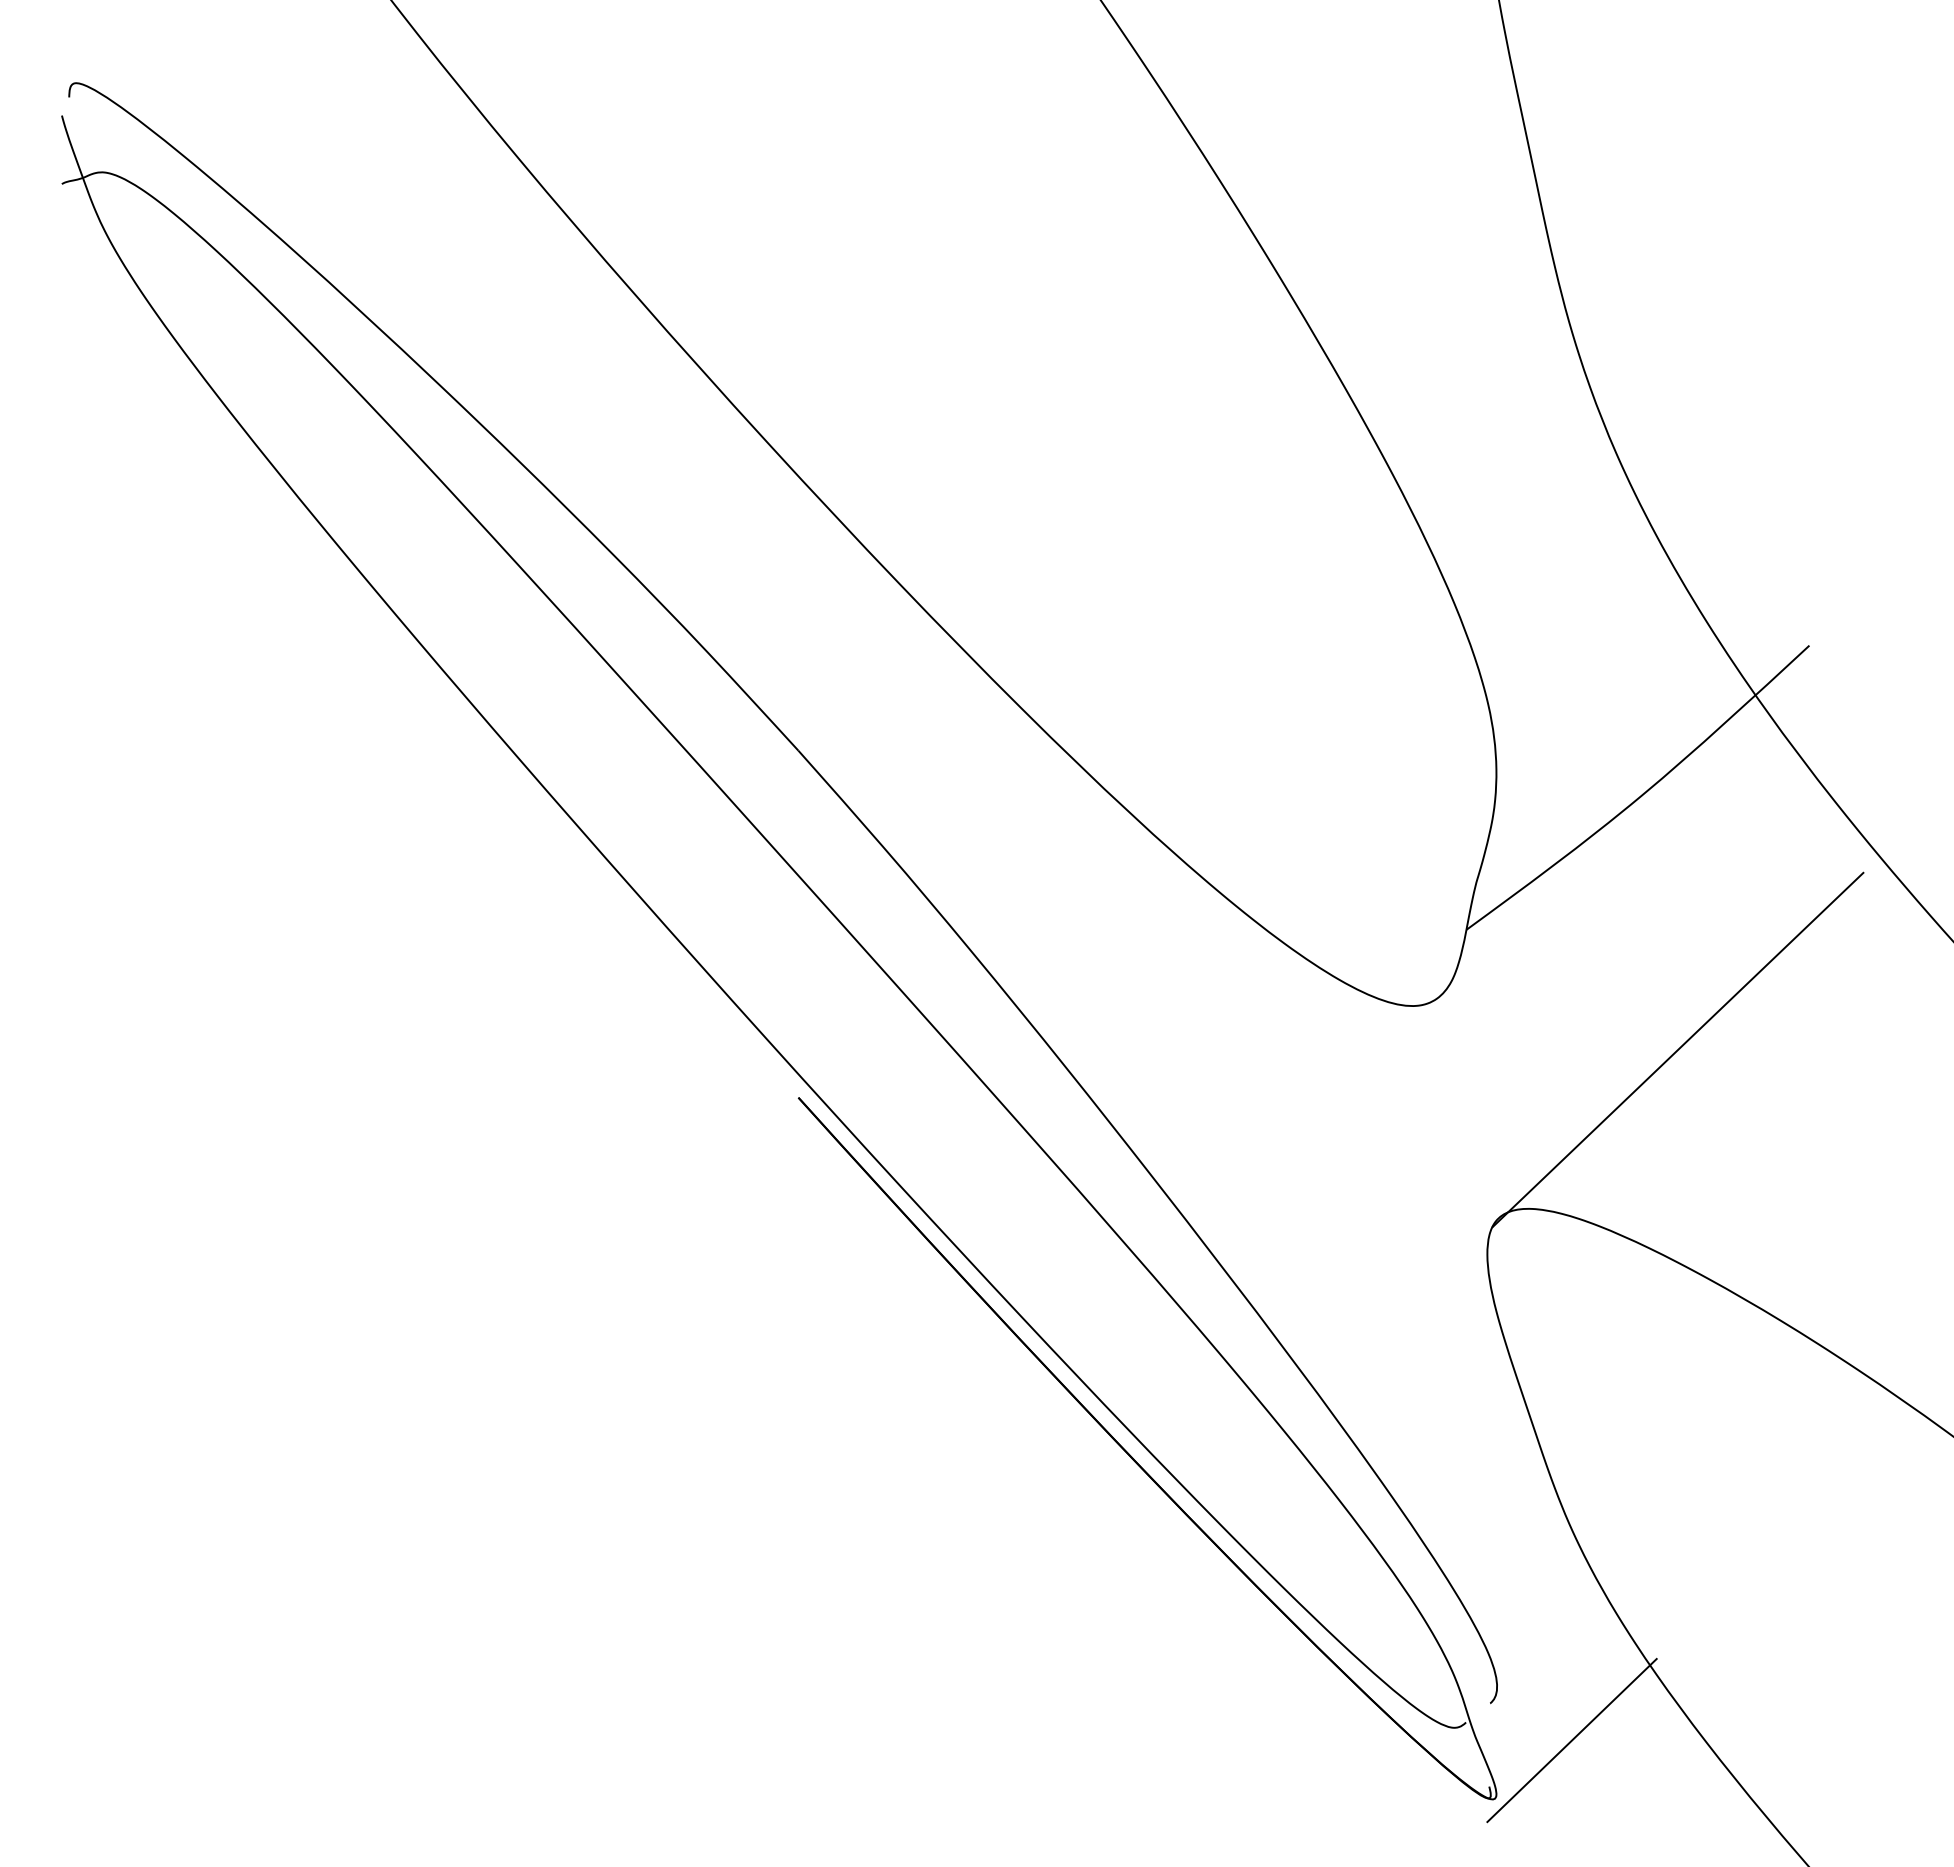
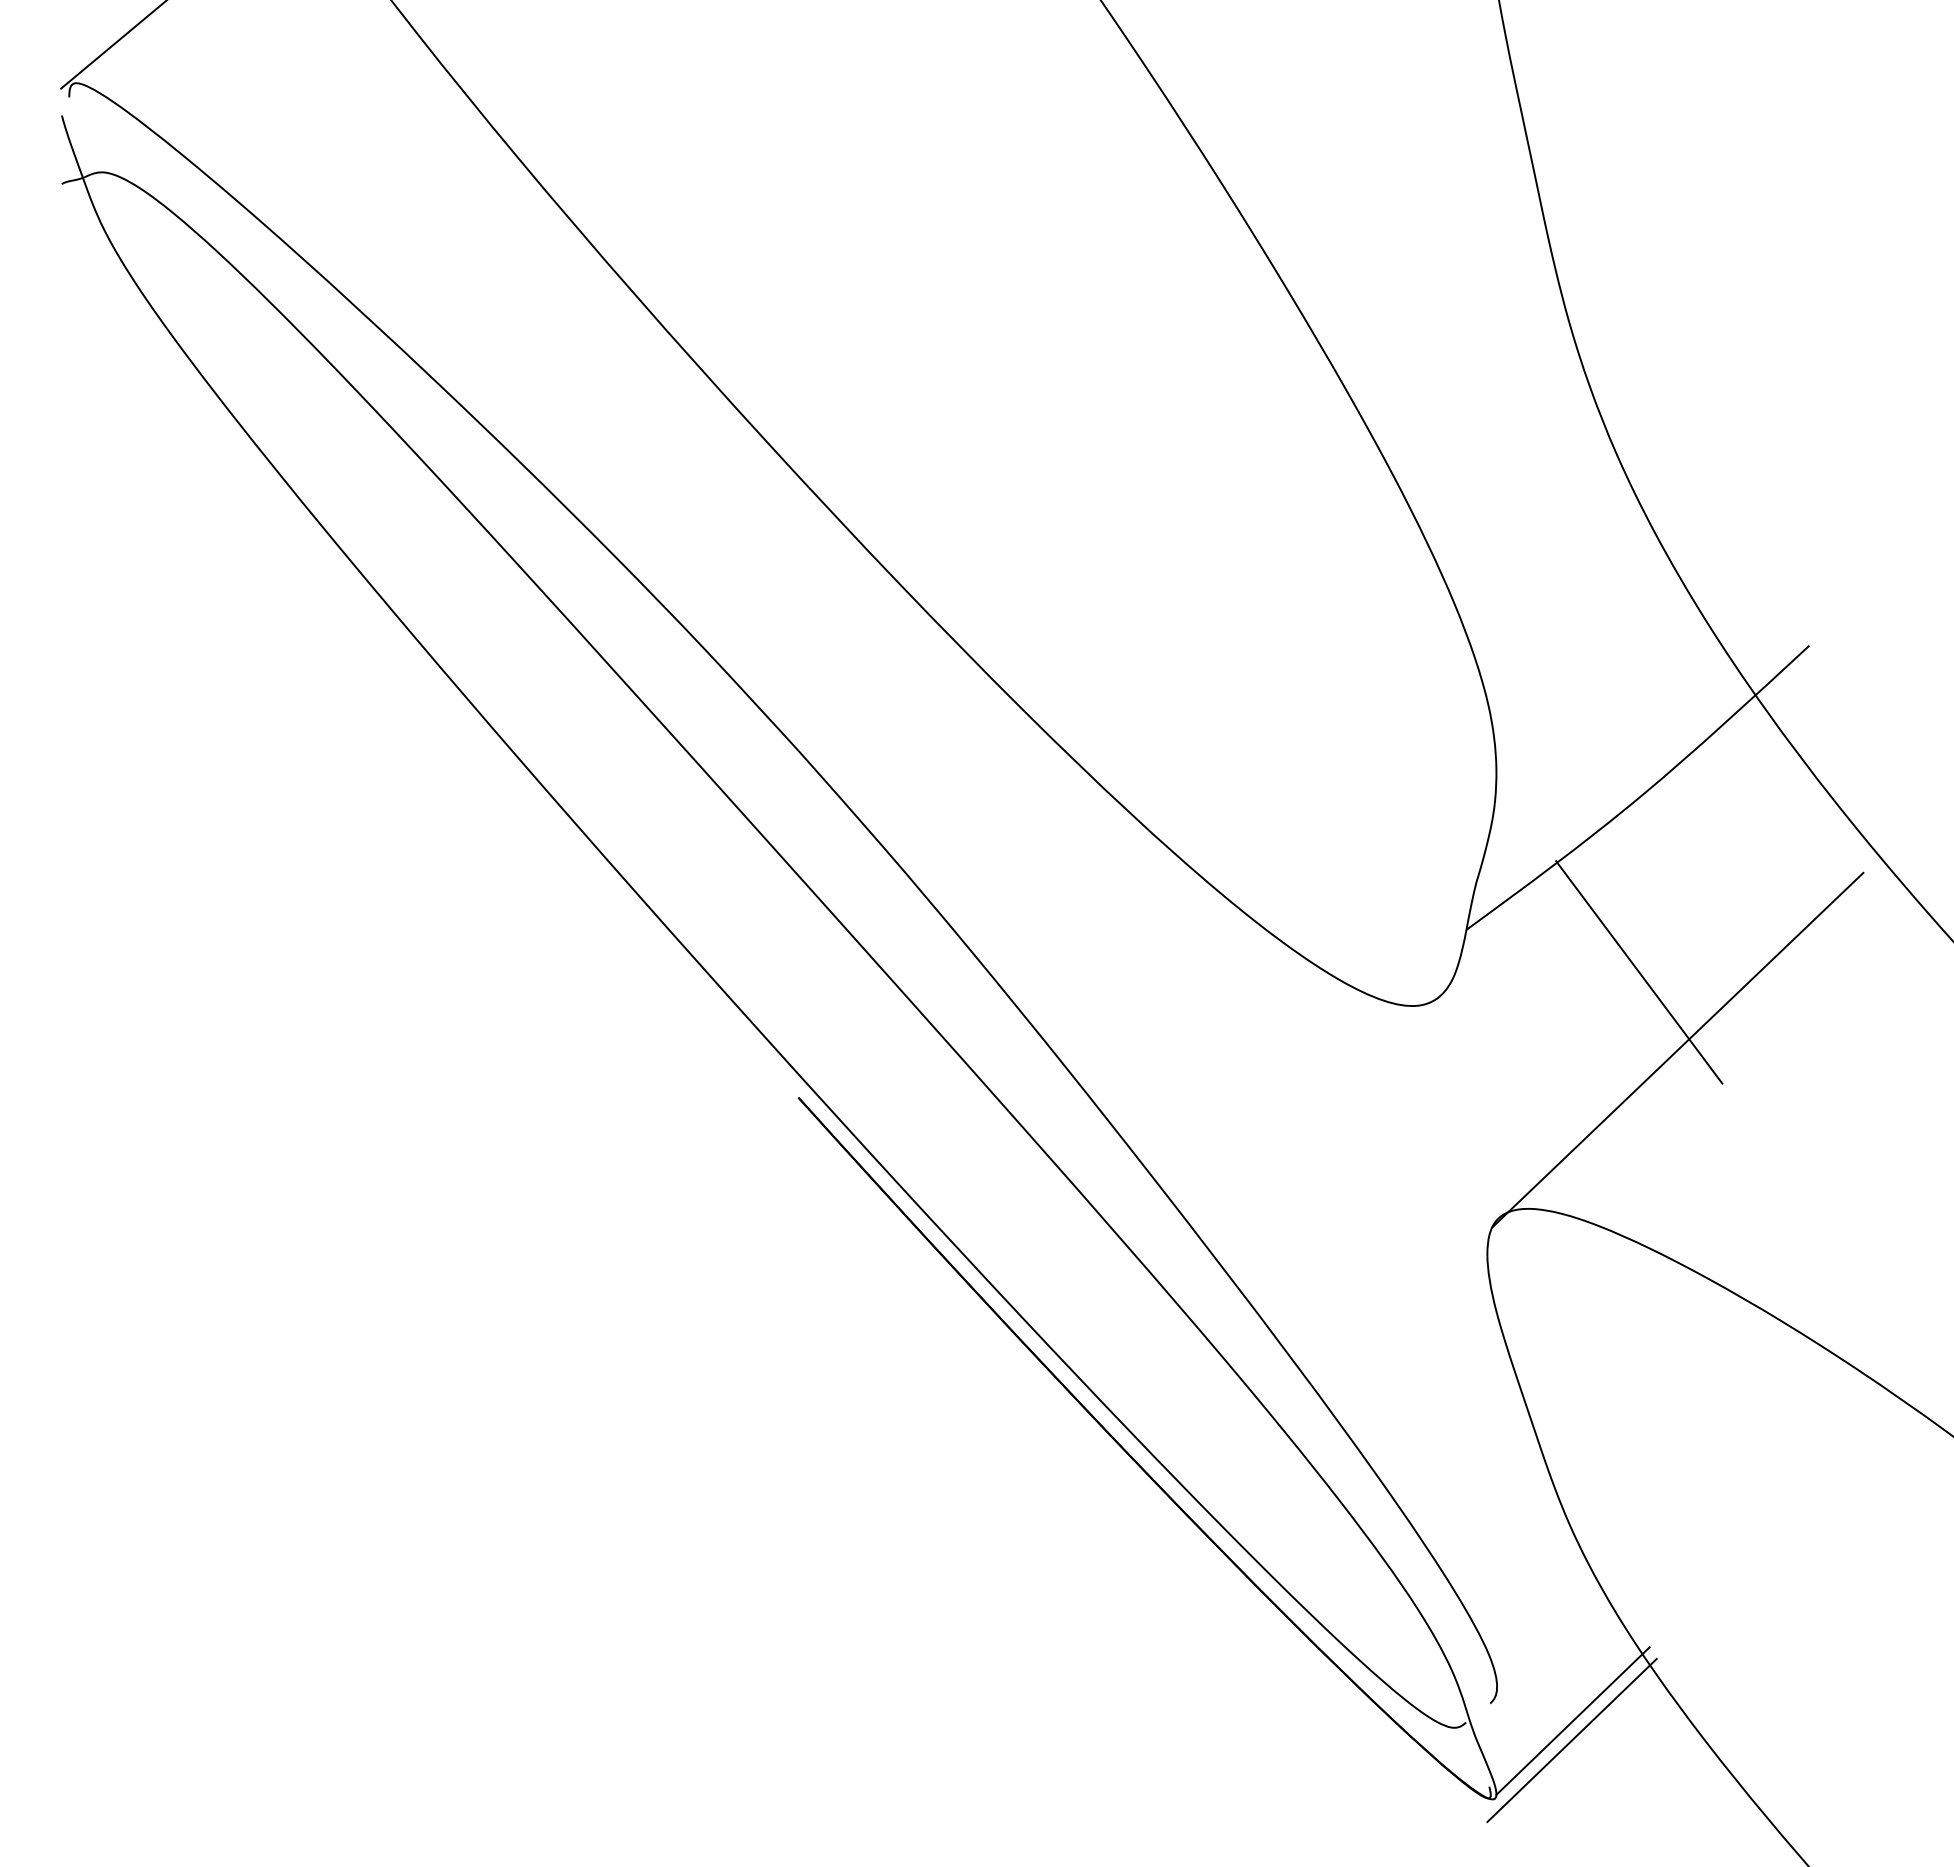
line at (112, 45): none -> present
line at (1639, 972): none -> present
line at (1572, 1720): none -> present
